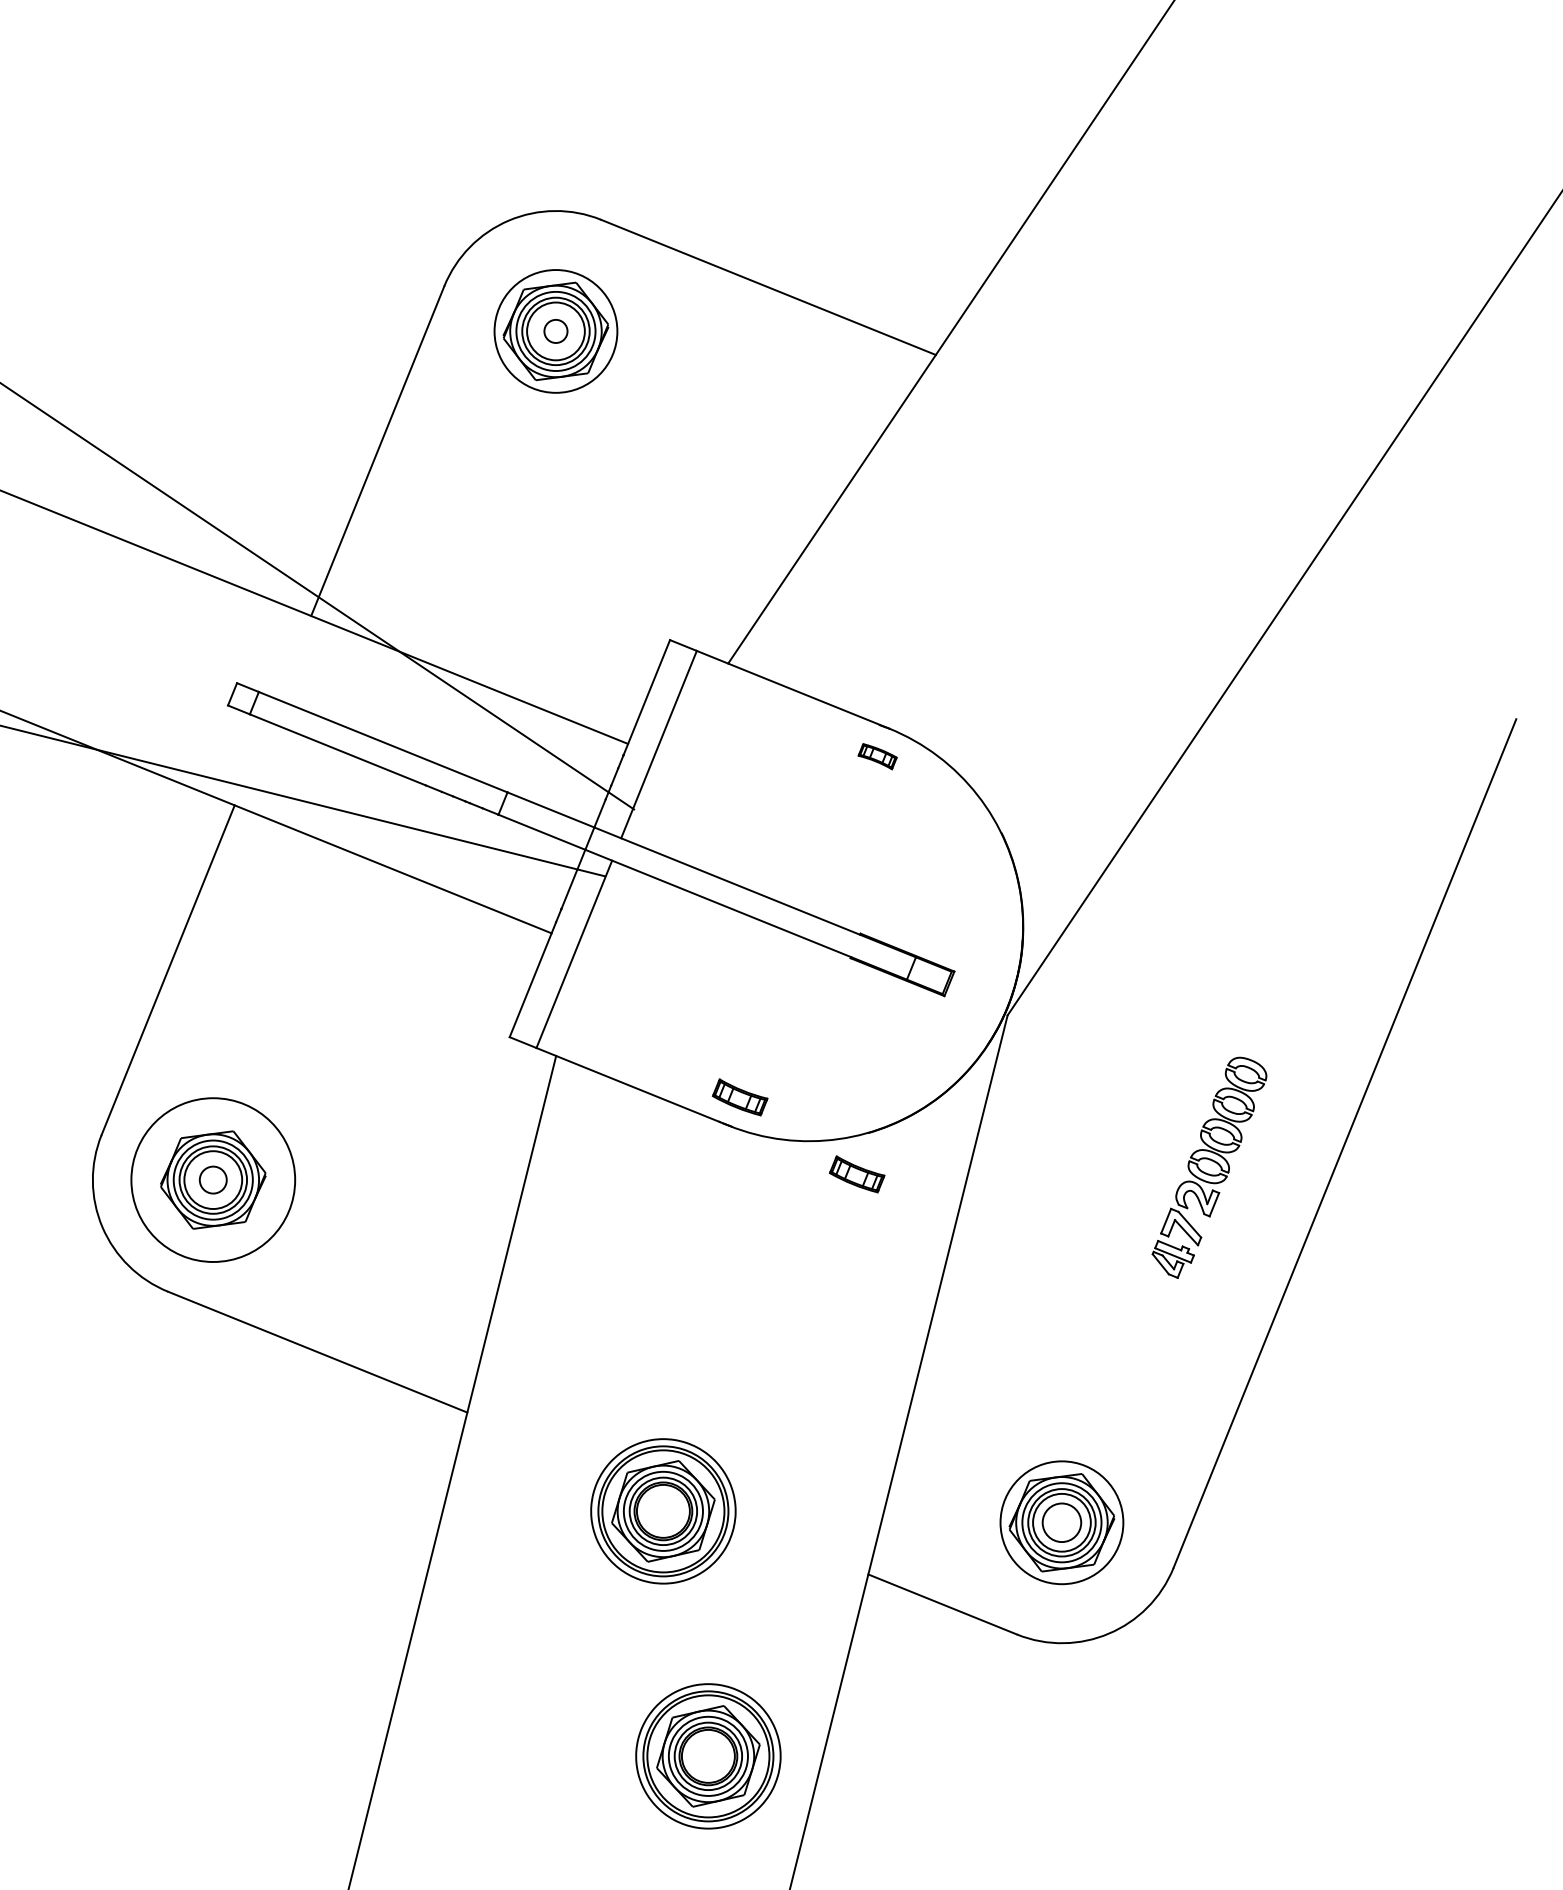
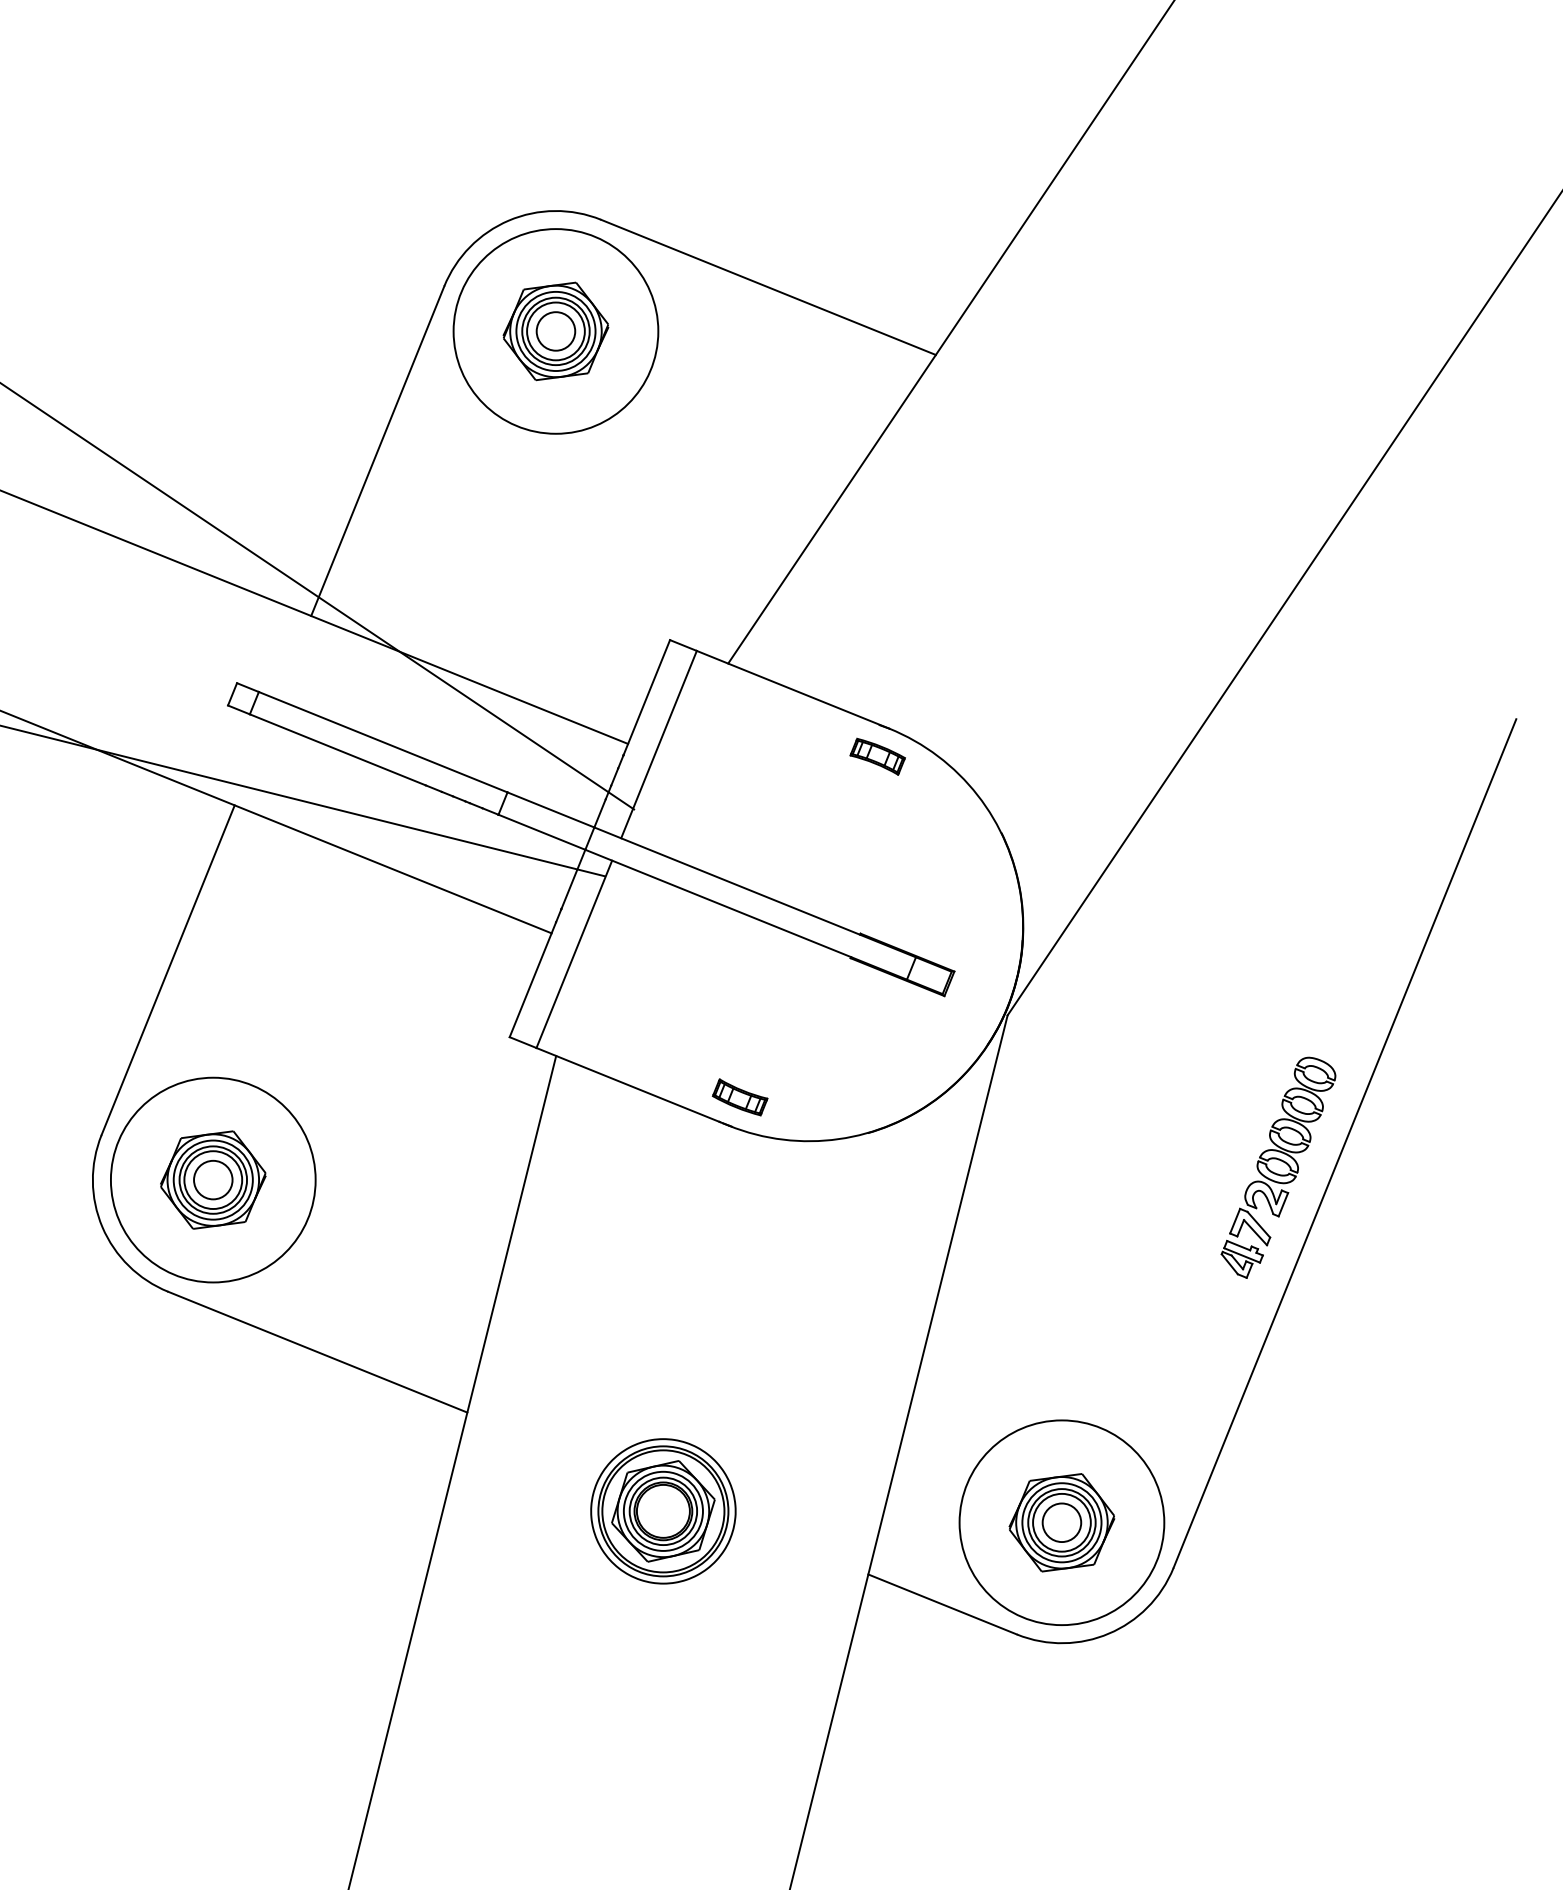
circle at (555, 331) diameter: 123 px -> 205 px
circle at (555, 331) diameter: 23 px -> 39 px
part at (877, 756) size: 41x28 px -> 57x39 px
part at (1209, 1167) position: (1209, 1167) -> (1278, 1167)
part at (856, 1174): present -> none
circle at (212, 1179) diameter: 27 px -> 39 px
circle at (213, 1179) diameter: 164 px -> 205 px
circle at (1061, 1522) diameter: 123 px -> 205 px
part at (708, 1756): present -> none
